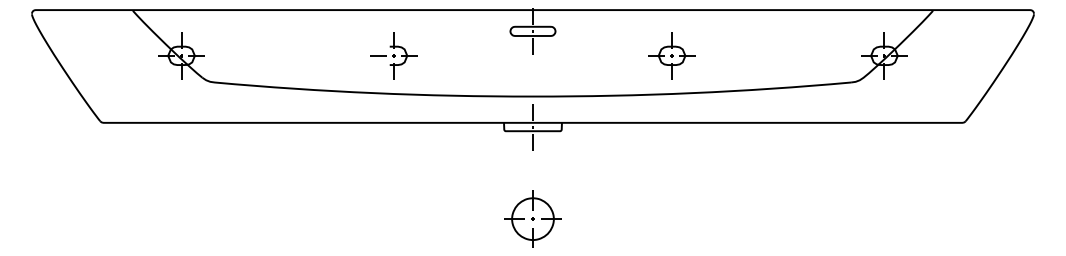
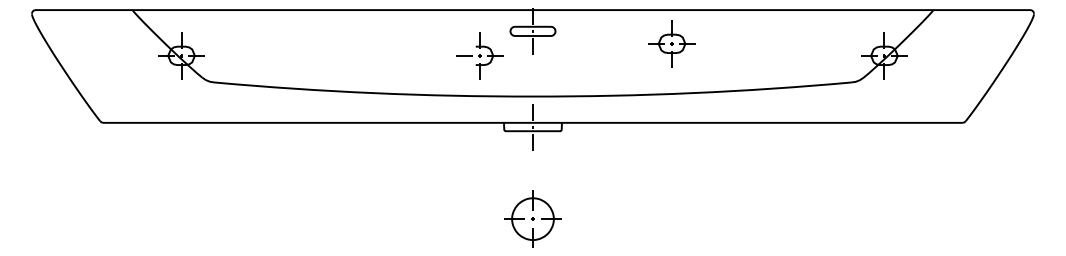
part at (393, 55) position: (393, 55) -> (479, 55)
part at (671, 55) position: (671, 55) -> (671, 43)
